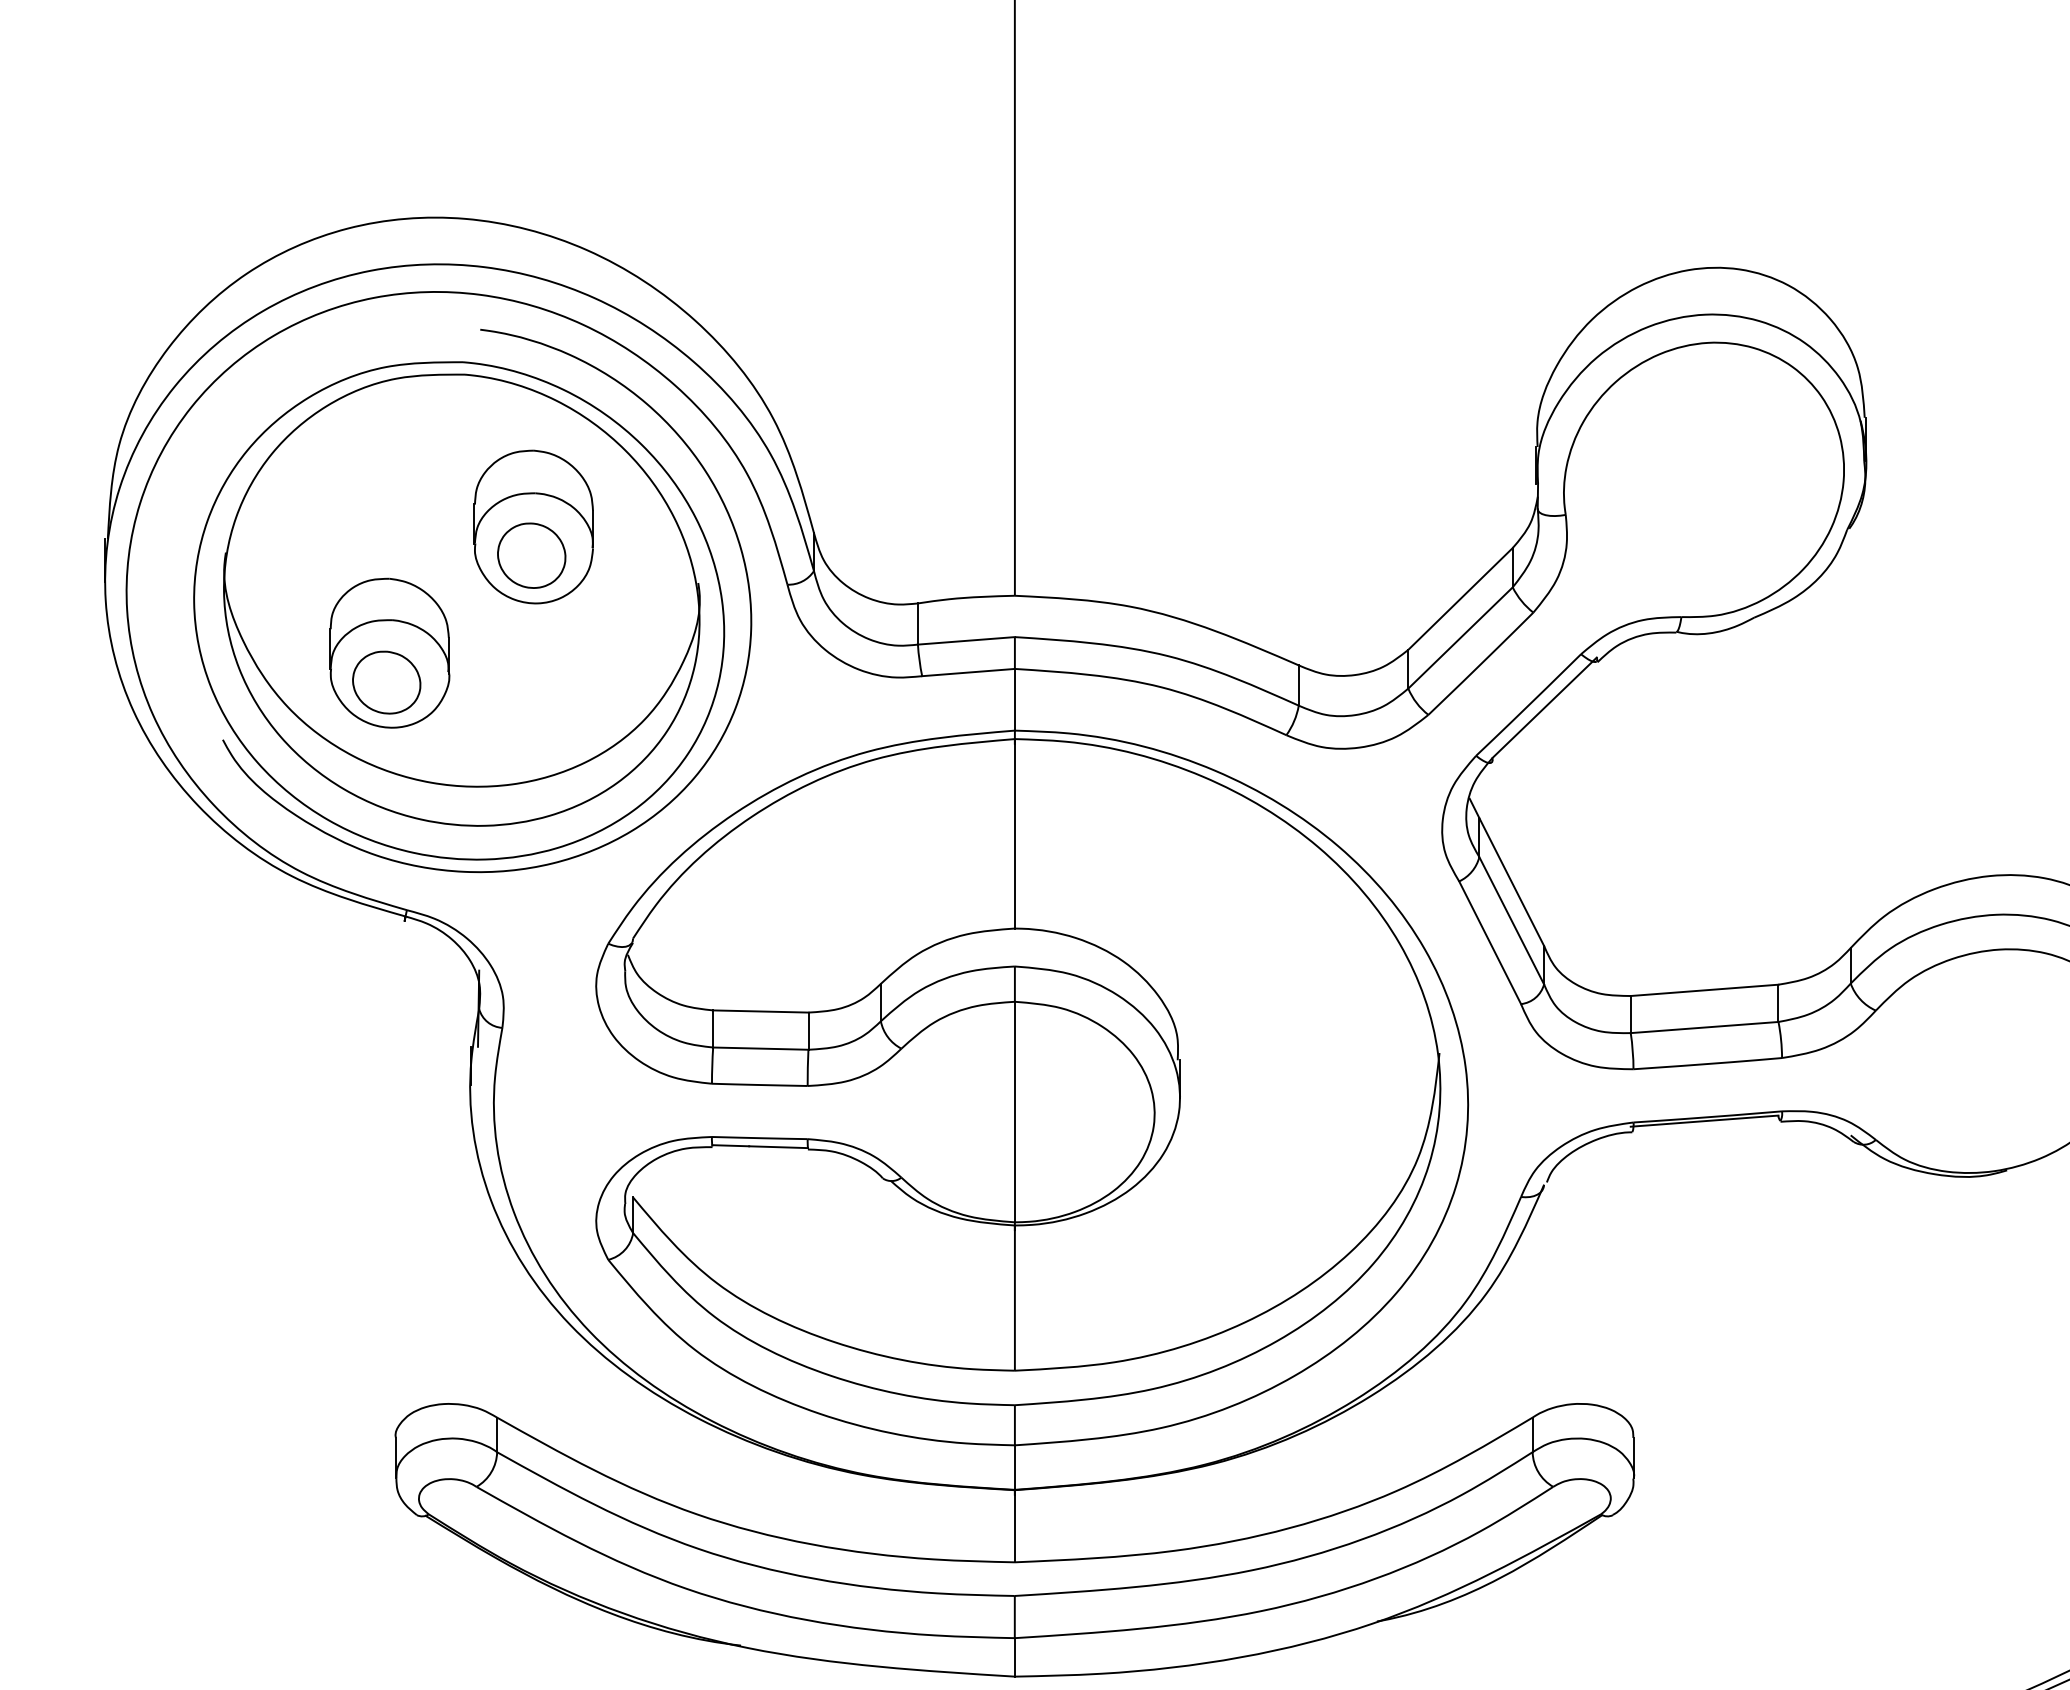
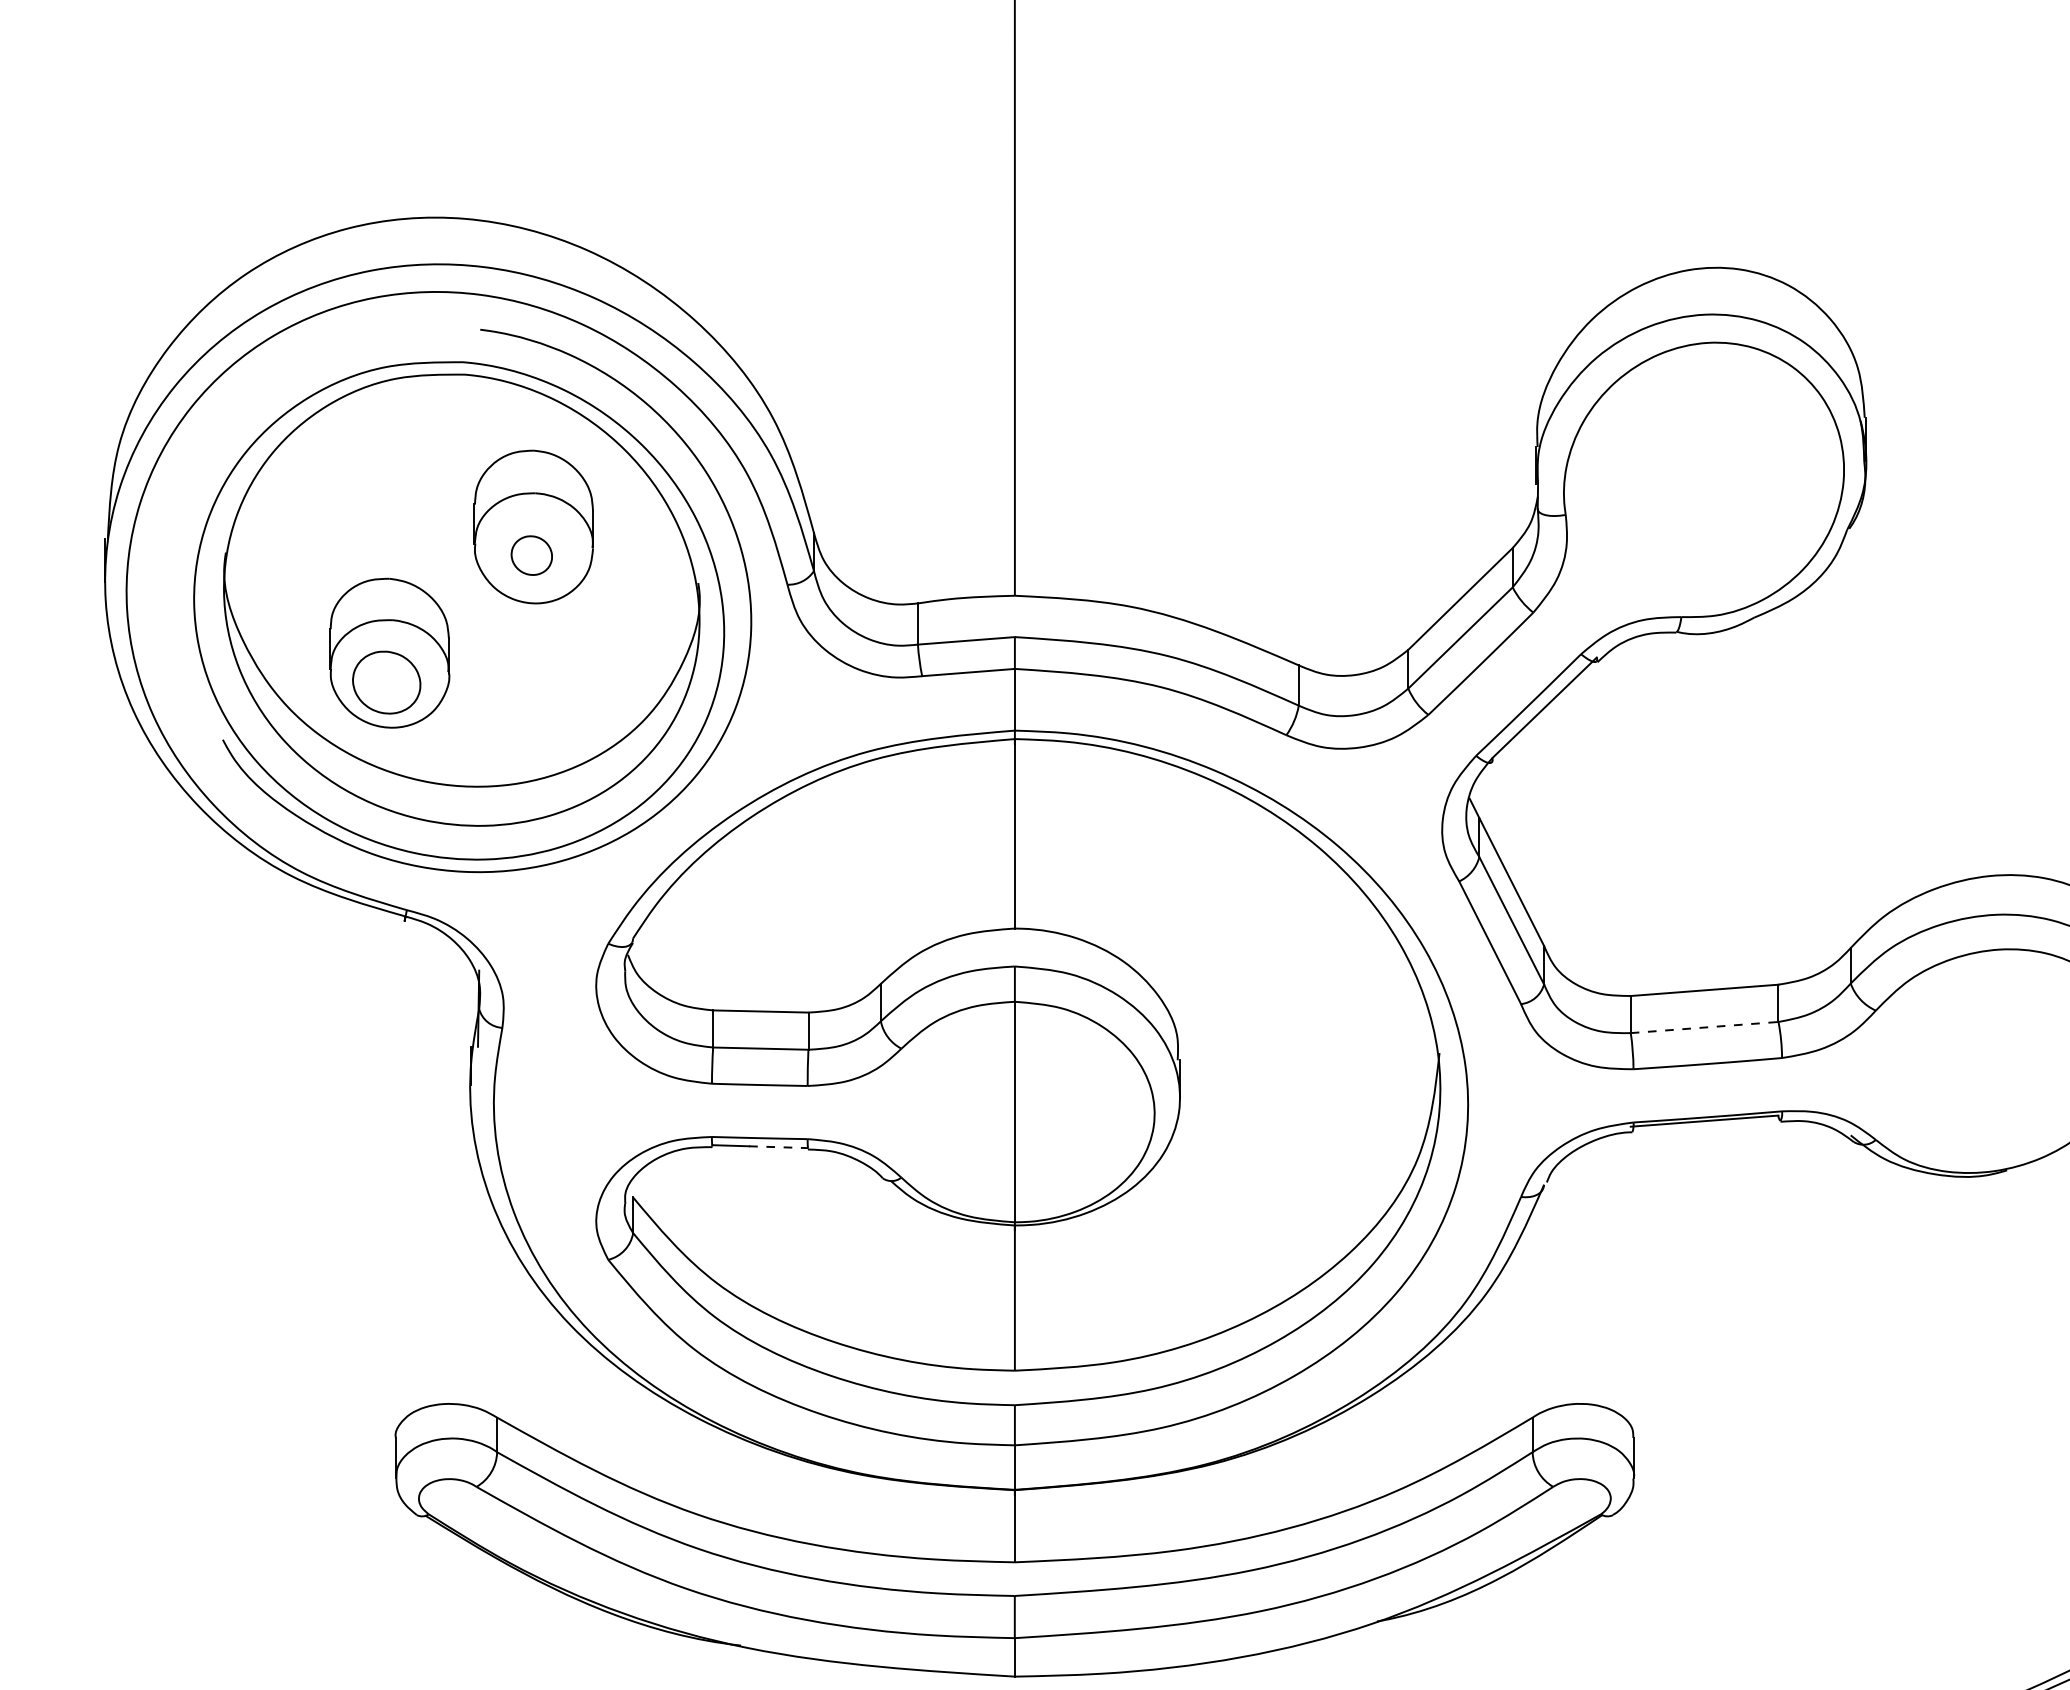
part at (531, 555) size: 70x67 px -> 43x41 px
line at (1705, 1027): solid -> dashed
line at (779, 1147): solid -> dashed
